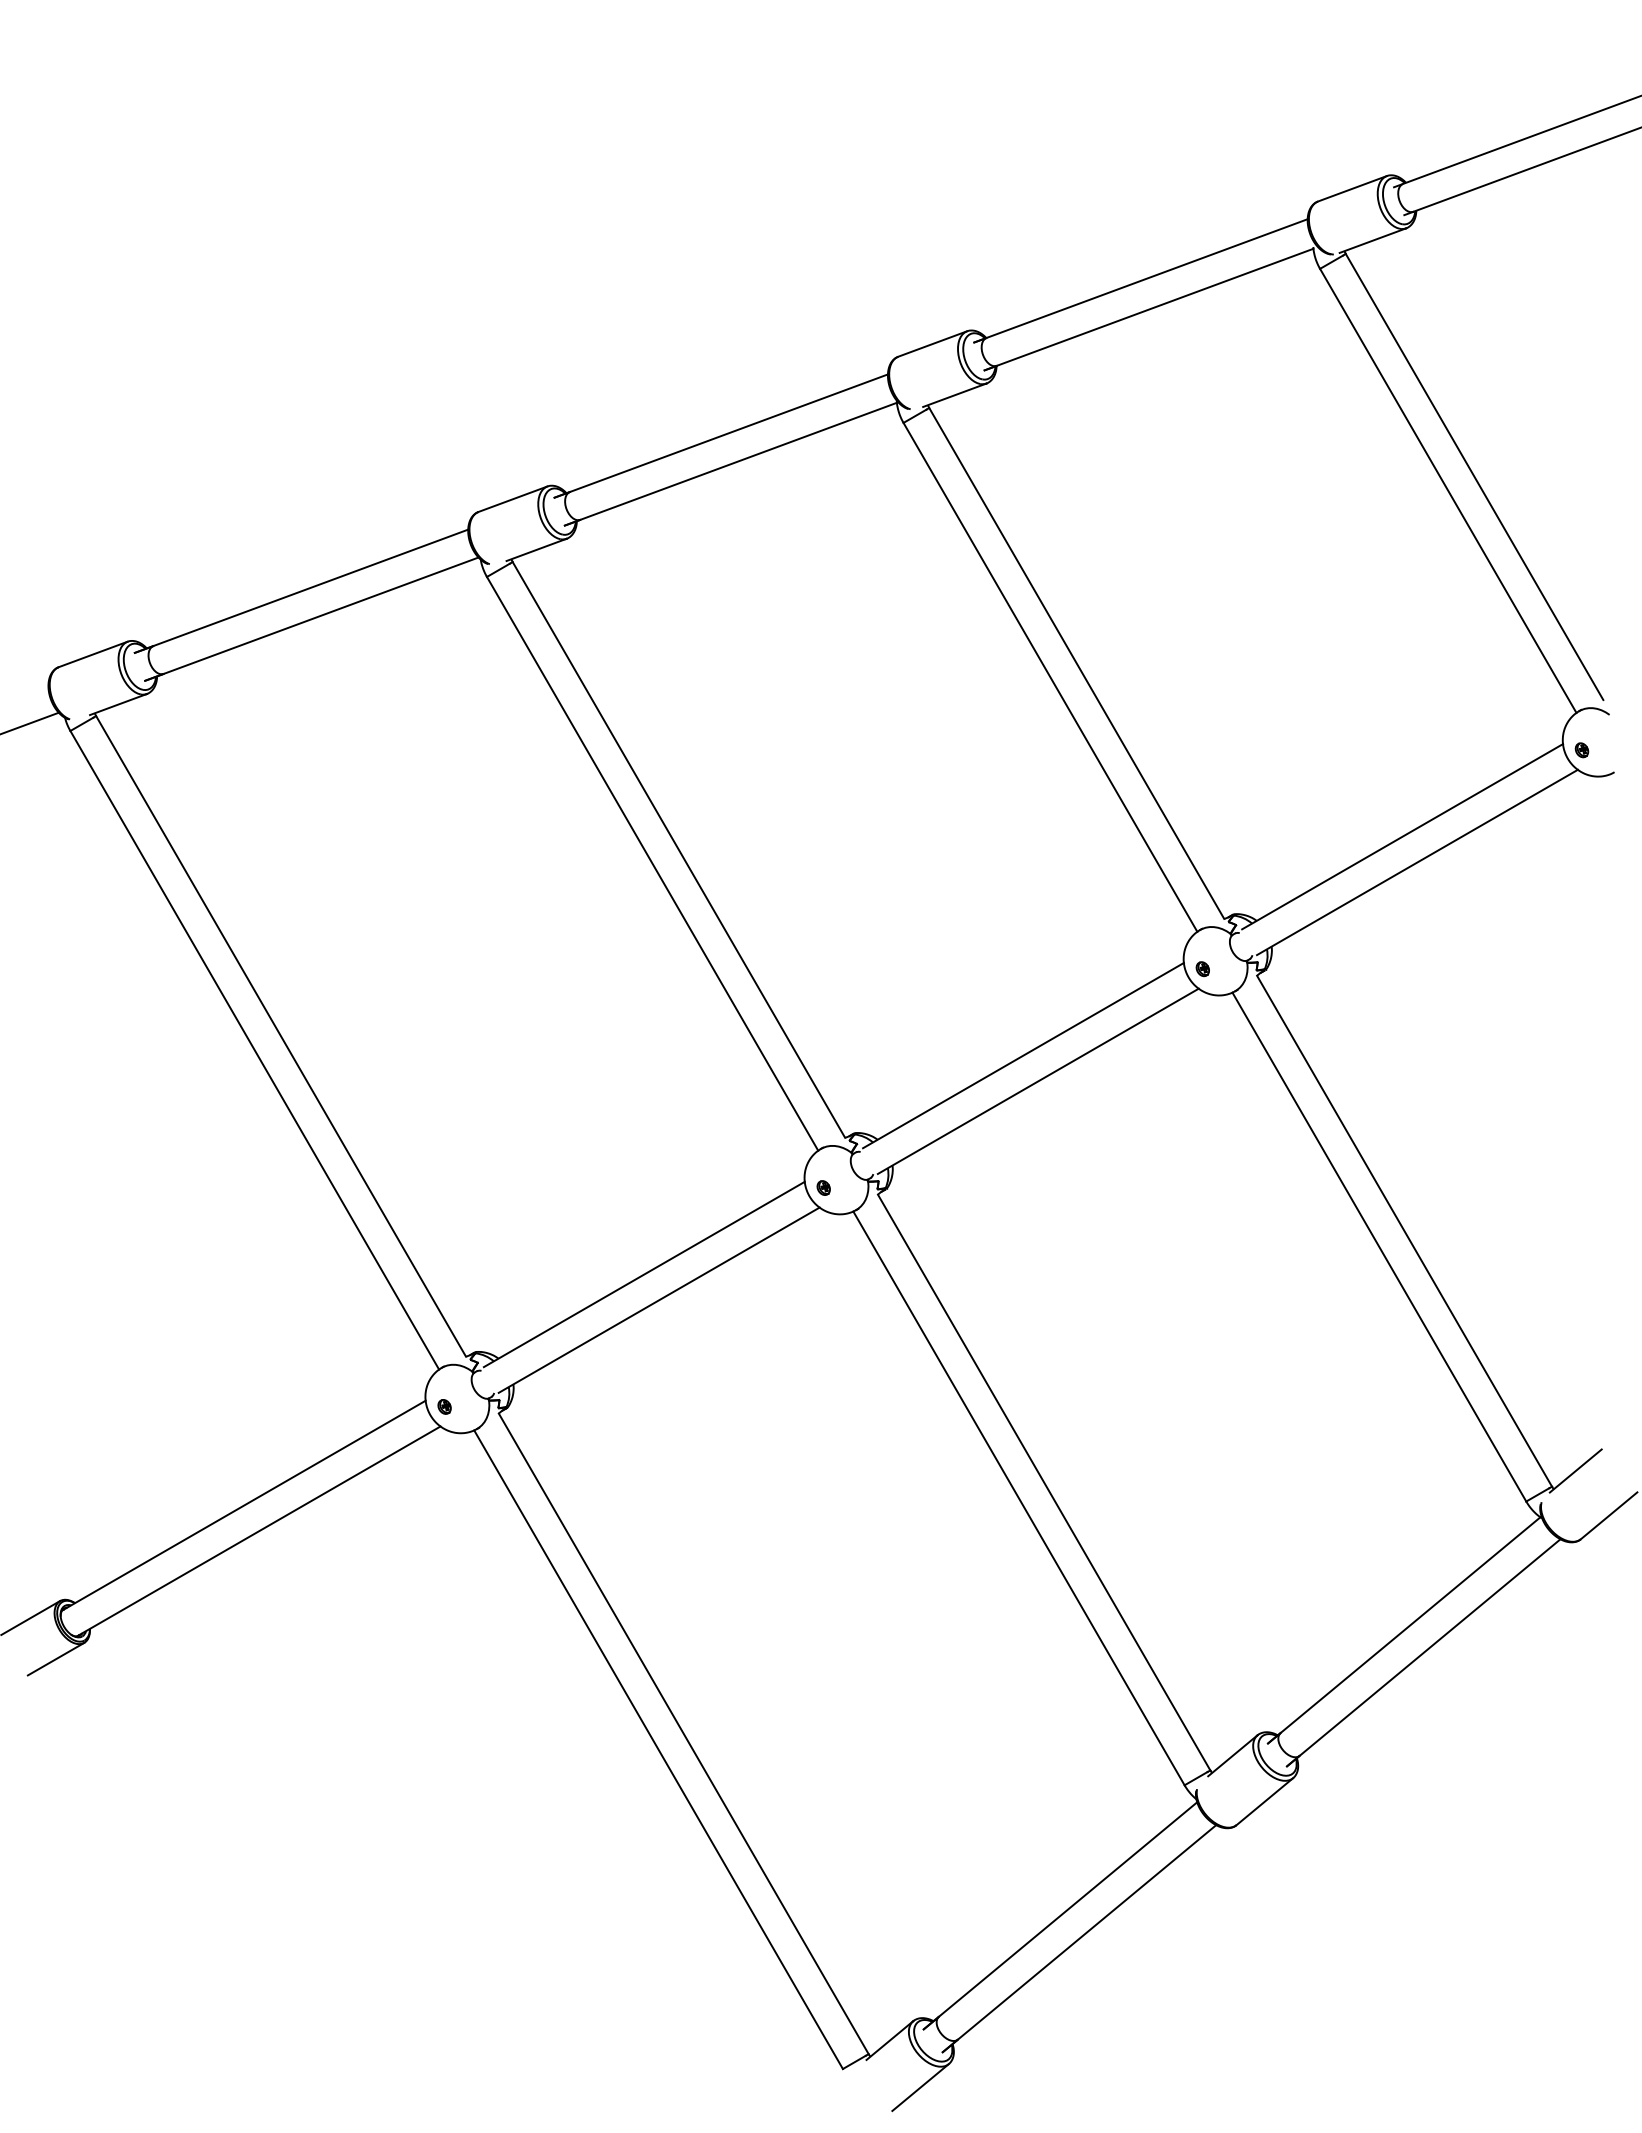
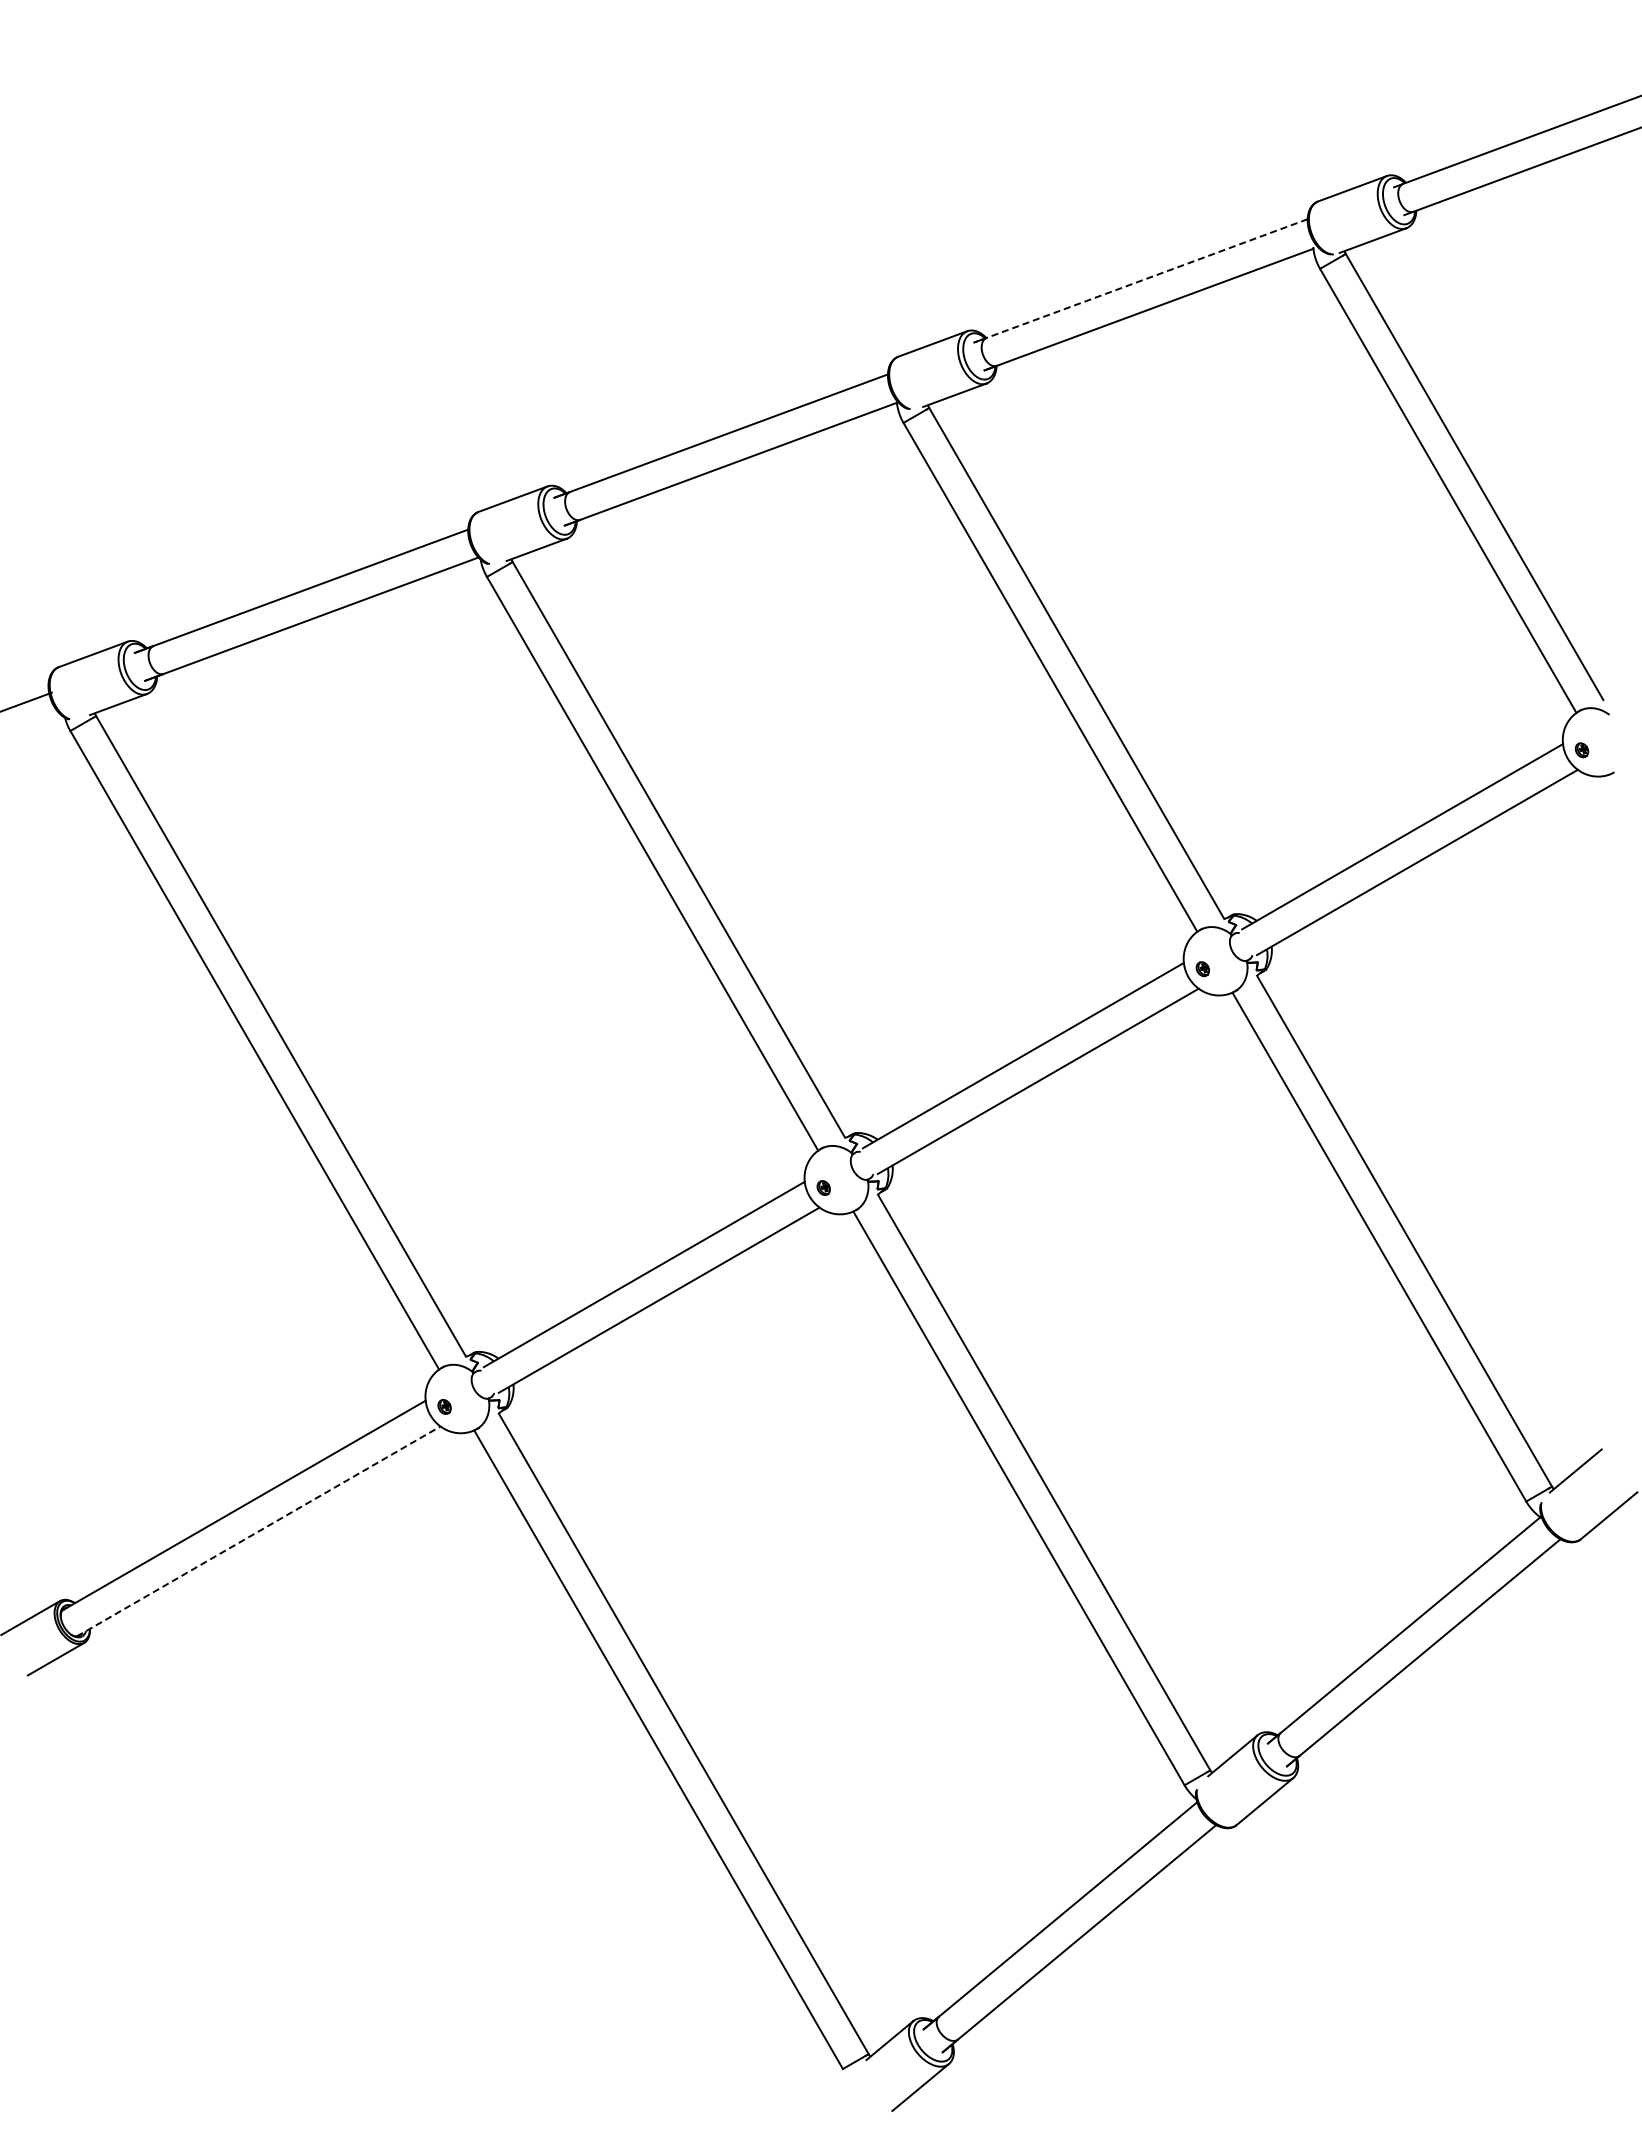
line at (1141, 280): solid -> dashed
line at (30, 722) position: (30, 722) -> (26, 701)
line at (259, 1531): solid -> dashed
